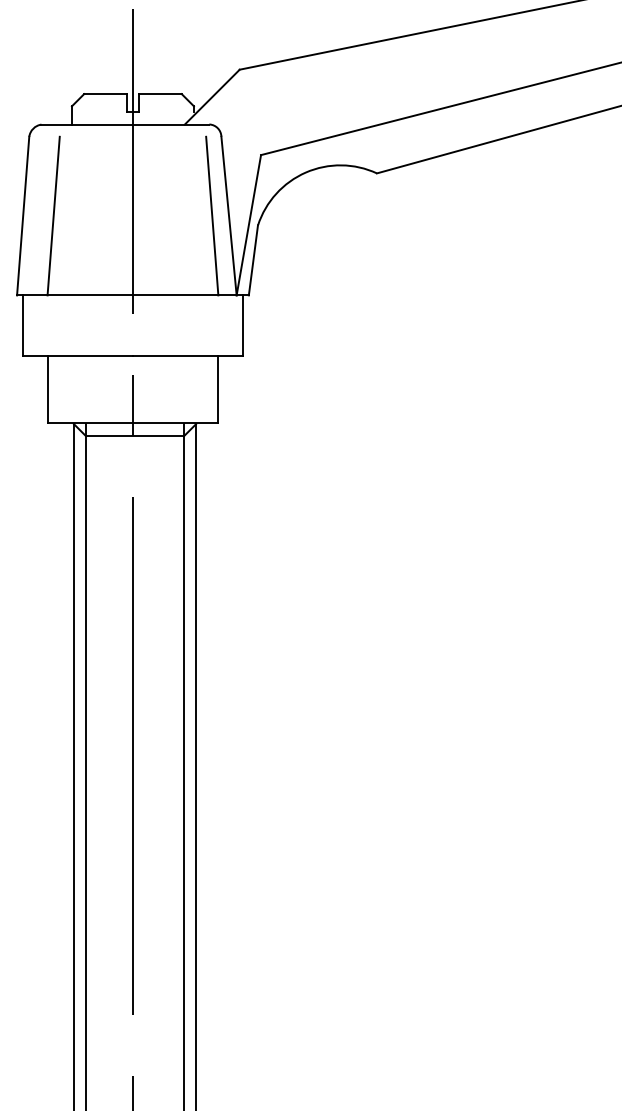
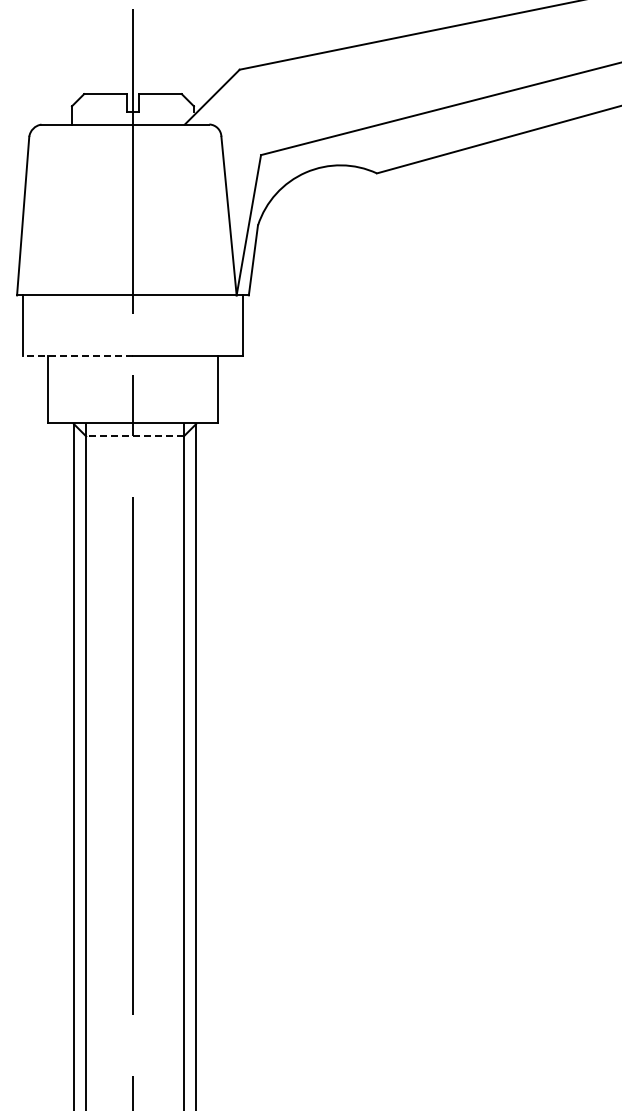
line at (53, 215): present -> none
line at (212, 215): present -> none
line at (78, 356): solid -> dashed
line at (135, 436): solid -> dashed
